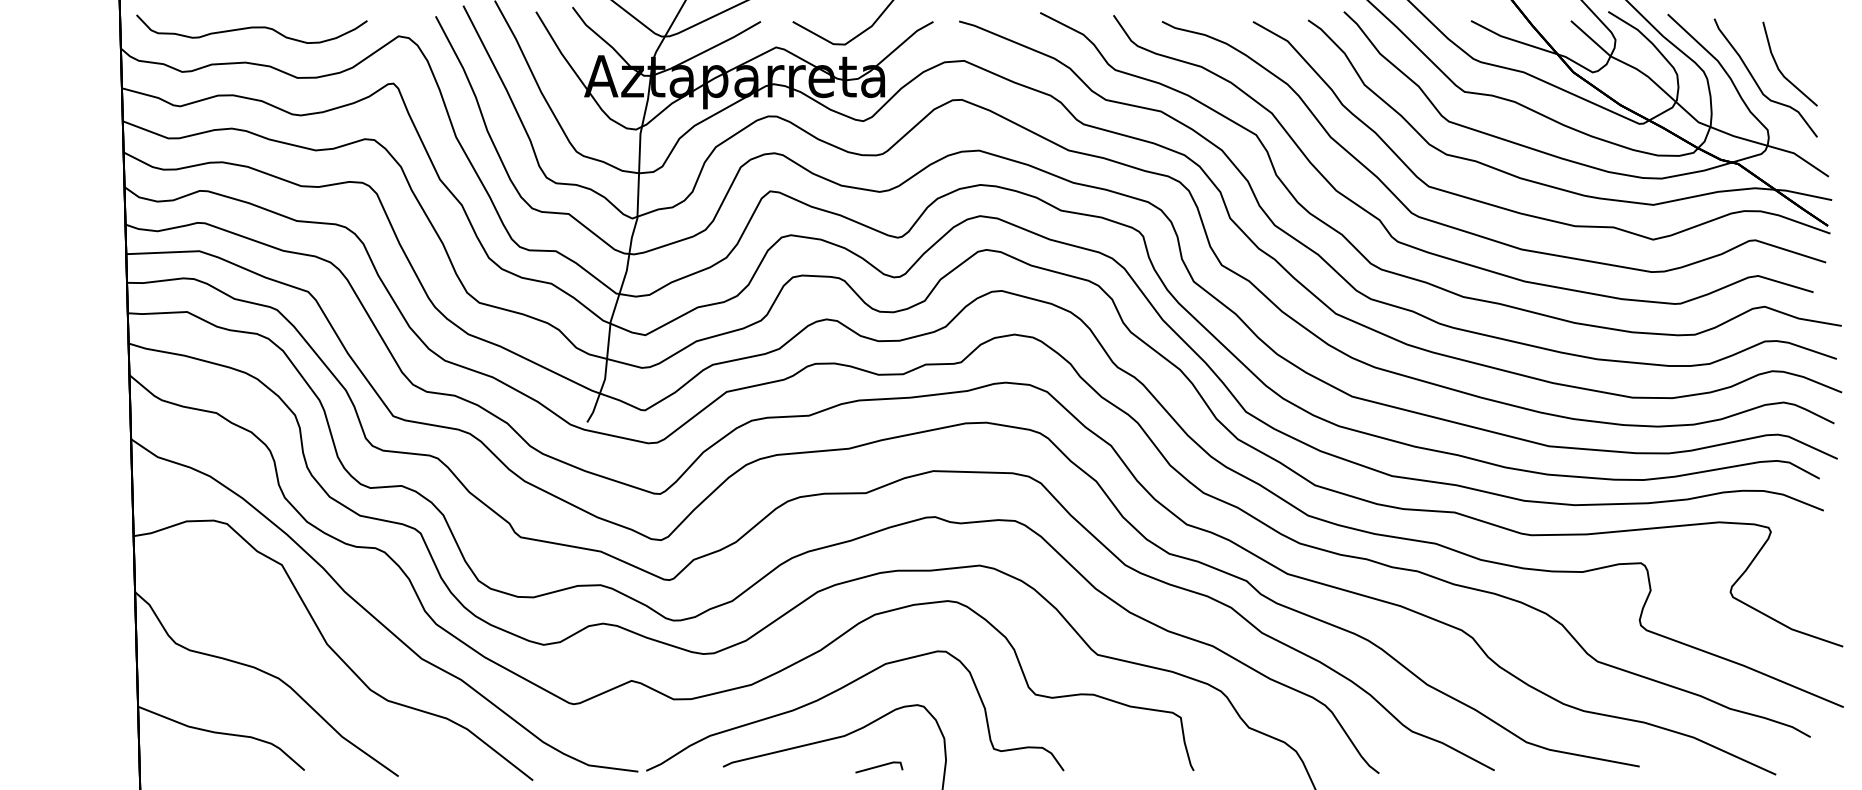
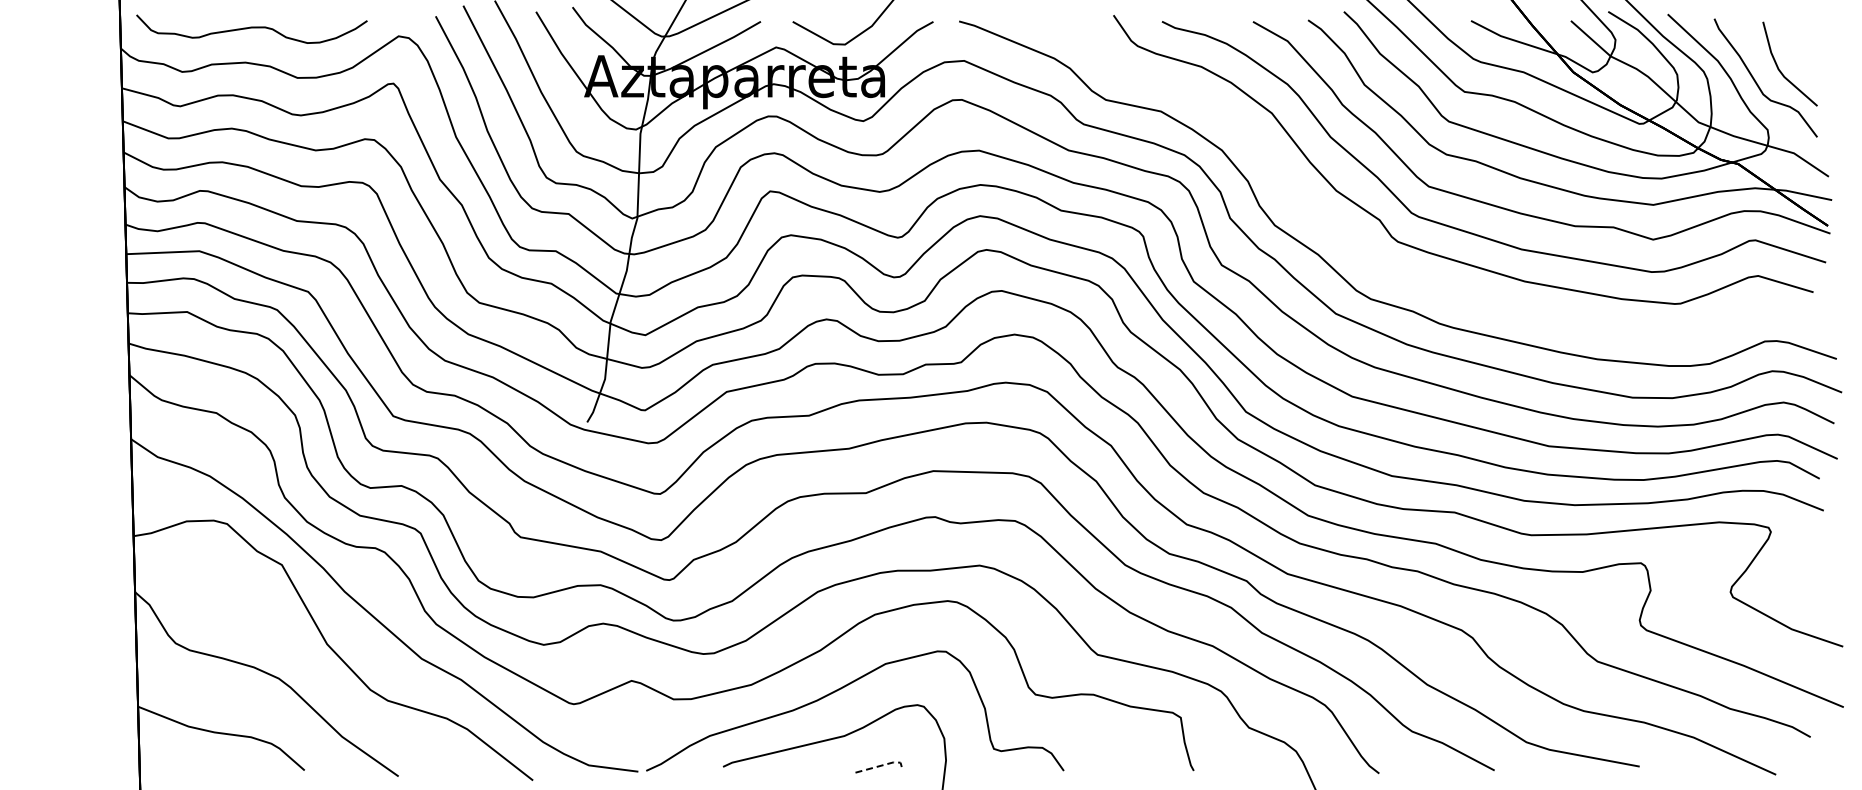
curve at (1406, 275): present -> none
line at (882, 765): solid -> dashed
